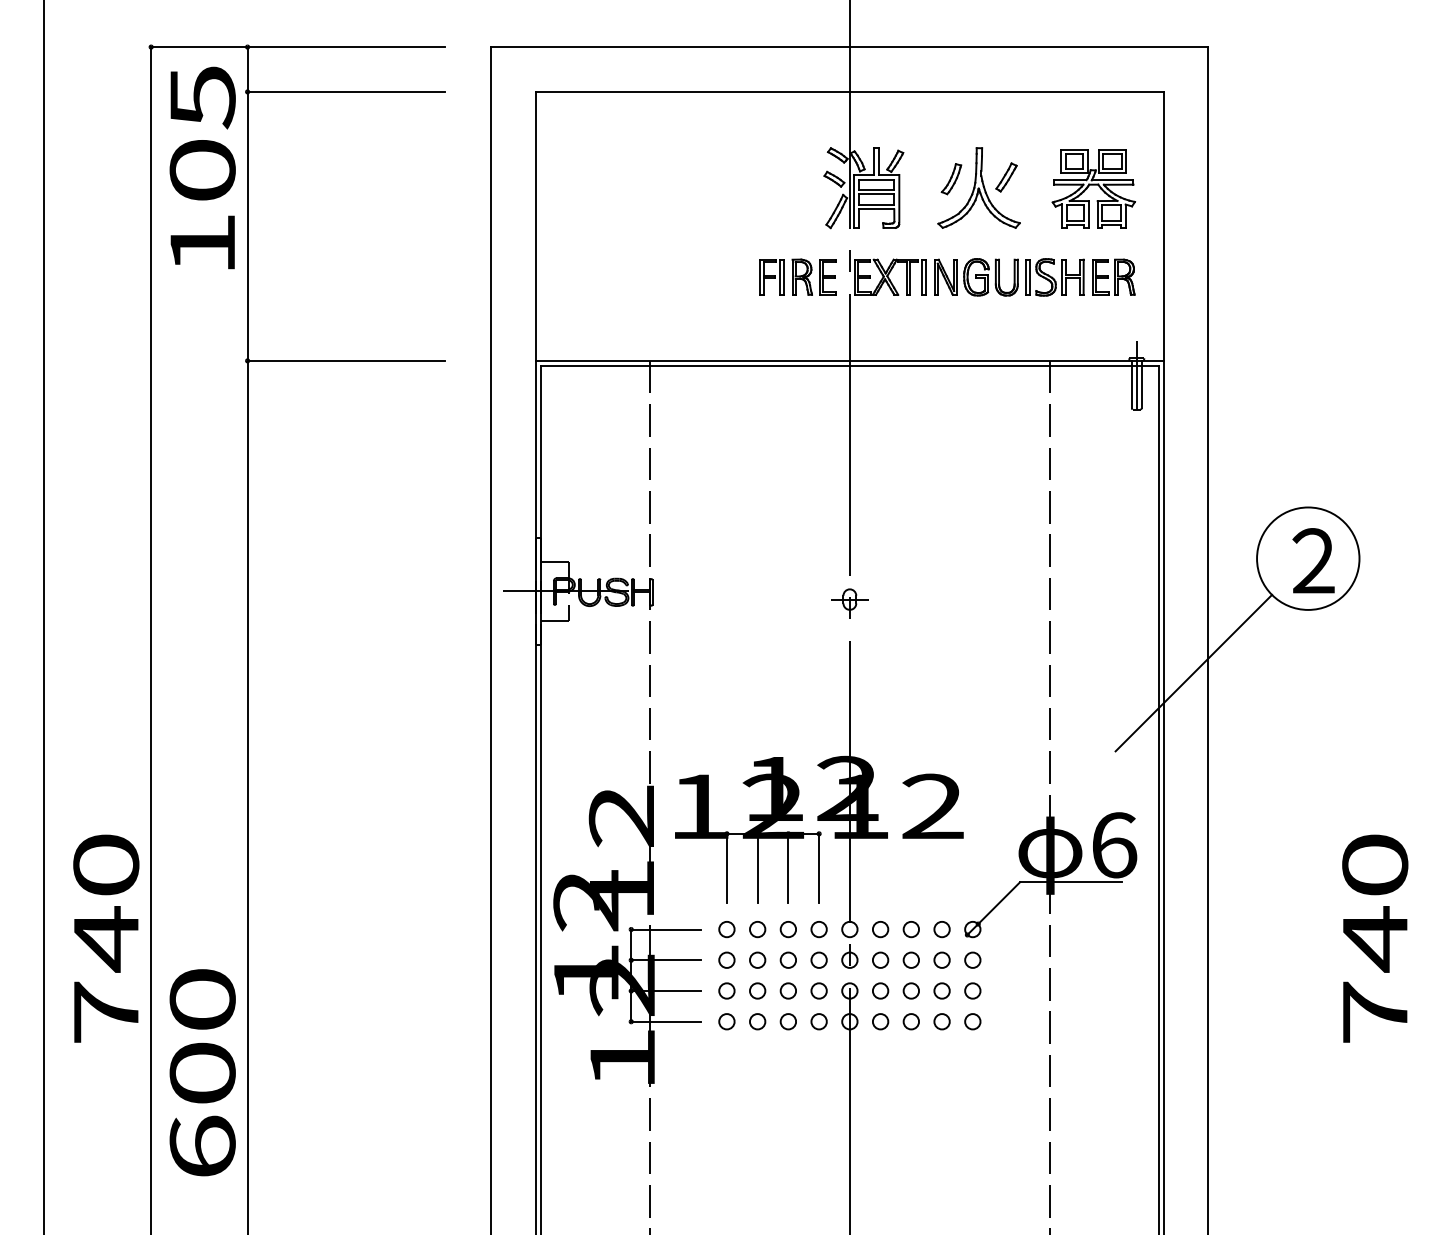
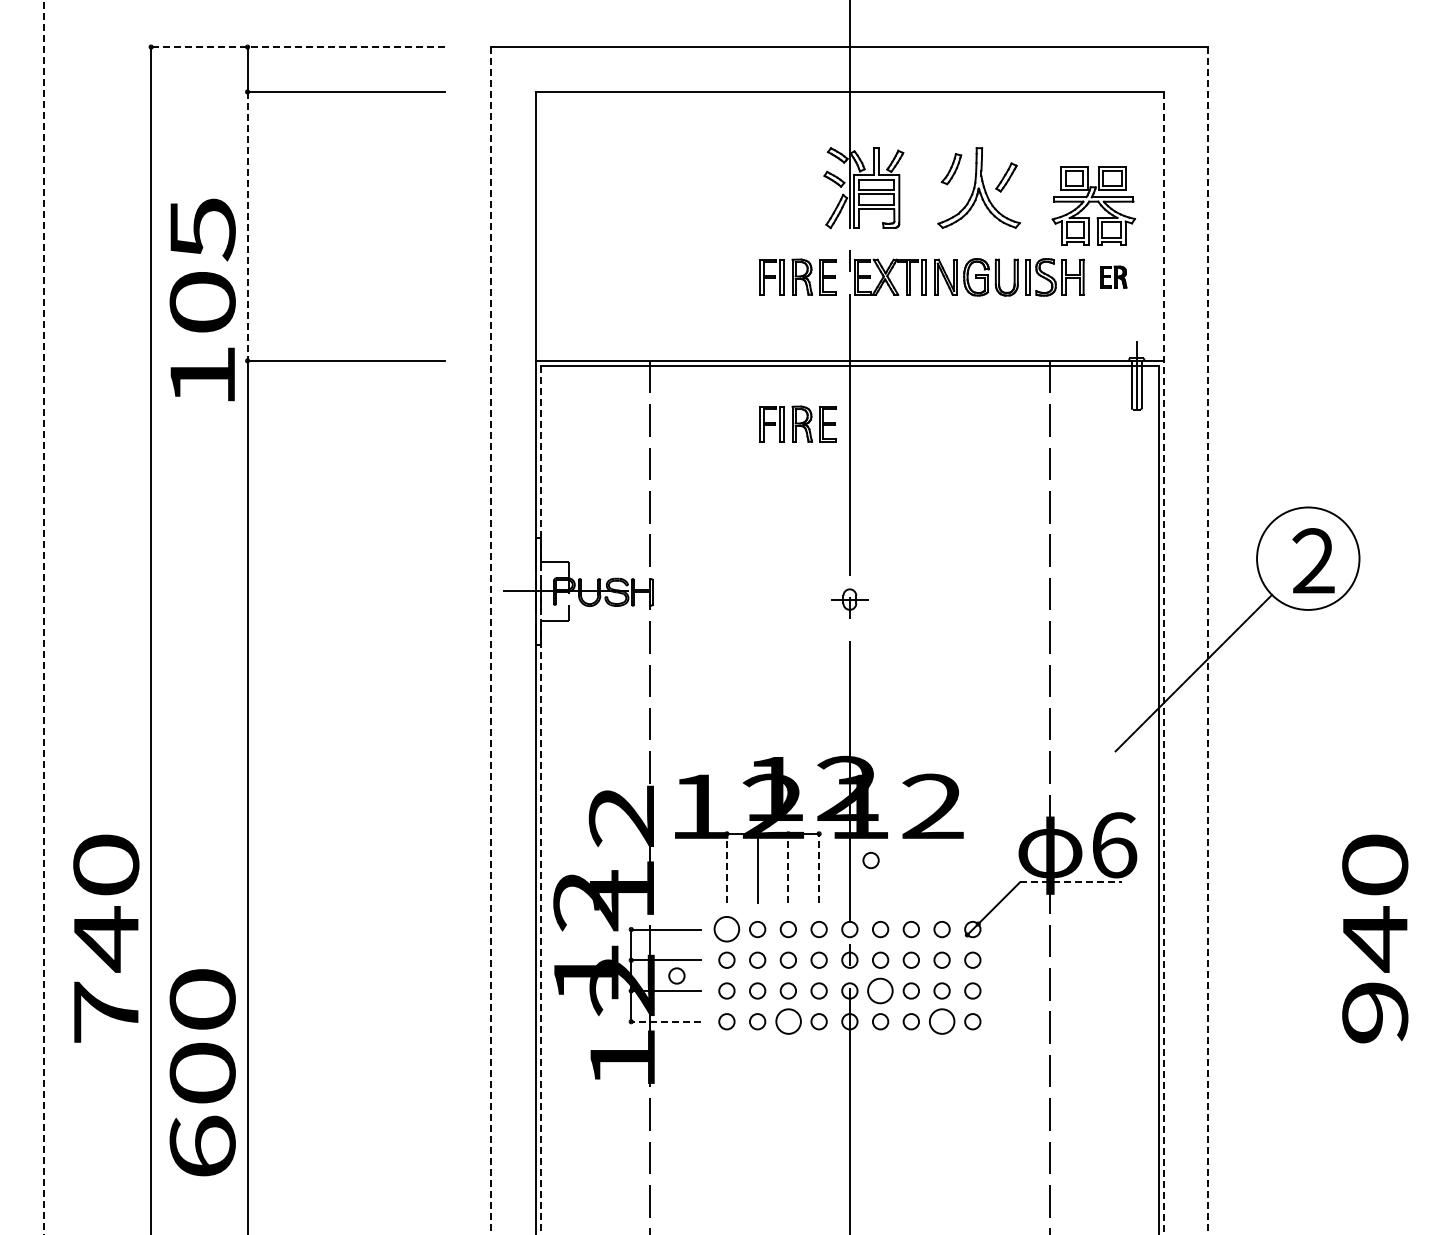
line at (297, 47): solid -> dashed
text at (202, 167) position: (202, 167) -> (202, 299)
part at (951, 179) position: (951, 179) -> (951, 169)
part at (1093, 188) position: (1093, 188) -> (1093, 205)
line at (247, 226): solid -> dashed
part at (1113, 276) size: 44x38 px -> 28x24 px
part at (797, 423): none -> present
line at (43, 617): solid -> dashed
line at (491, 640): solid -> dashed
line at (1208, 640): solid -> dashed
line at (1163, 663): solid -> dashed
line at (541, 800): solid -> dashed
circle at (870, 860): none -> present
line at (726, 868): solid -> dashed
line at (788, 868): solid -> dashed
line at (819, 868): solid -> dashed
line at (1071, 882): solid -> dashed
circle at (726, 929) size: 18x18 px -> 28x27 px
circle at (676, 975): none -> present
circle at (880, 990) size: 18x18 px -> 27x28 px
text at (1375, 1012): 740 -> 940
line at (665, 1021): solid -> dashed
circle at (787, 1021) size: 18x18 px -> 27x27 px
circle at (941, 1021) size: 18x18 px -> 27x27 px
